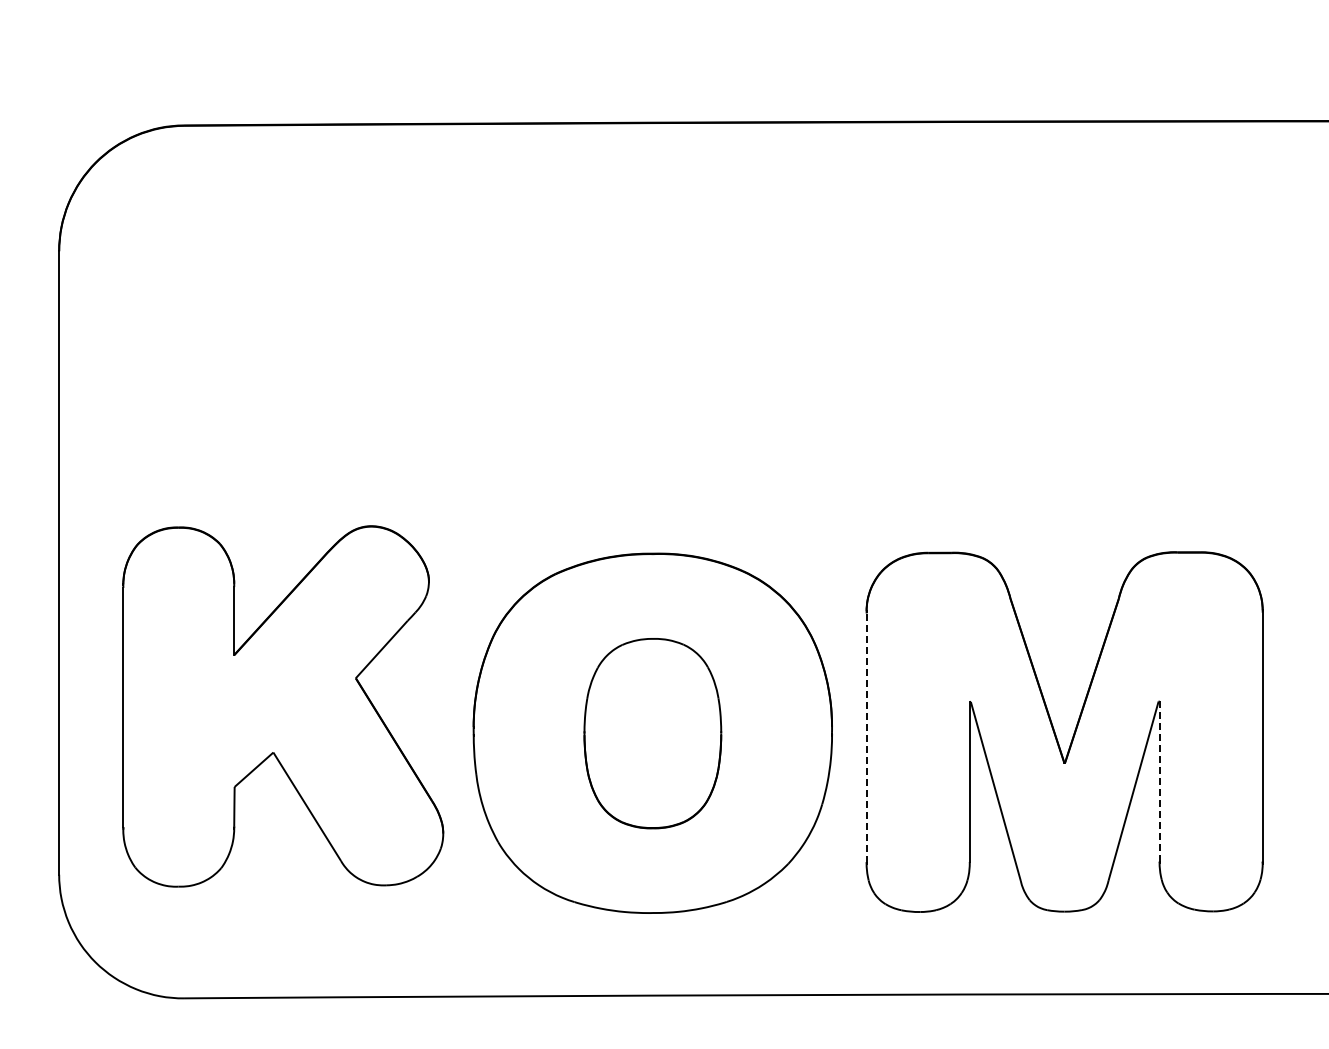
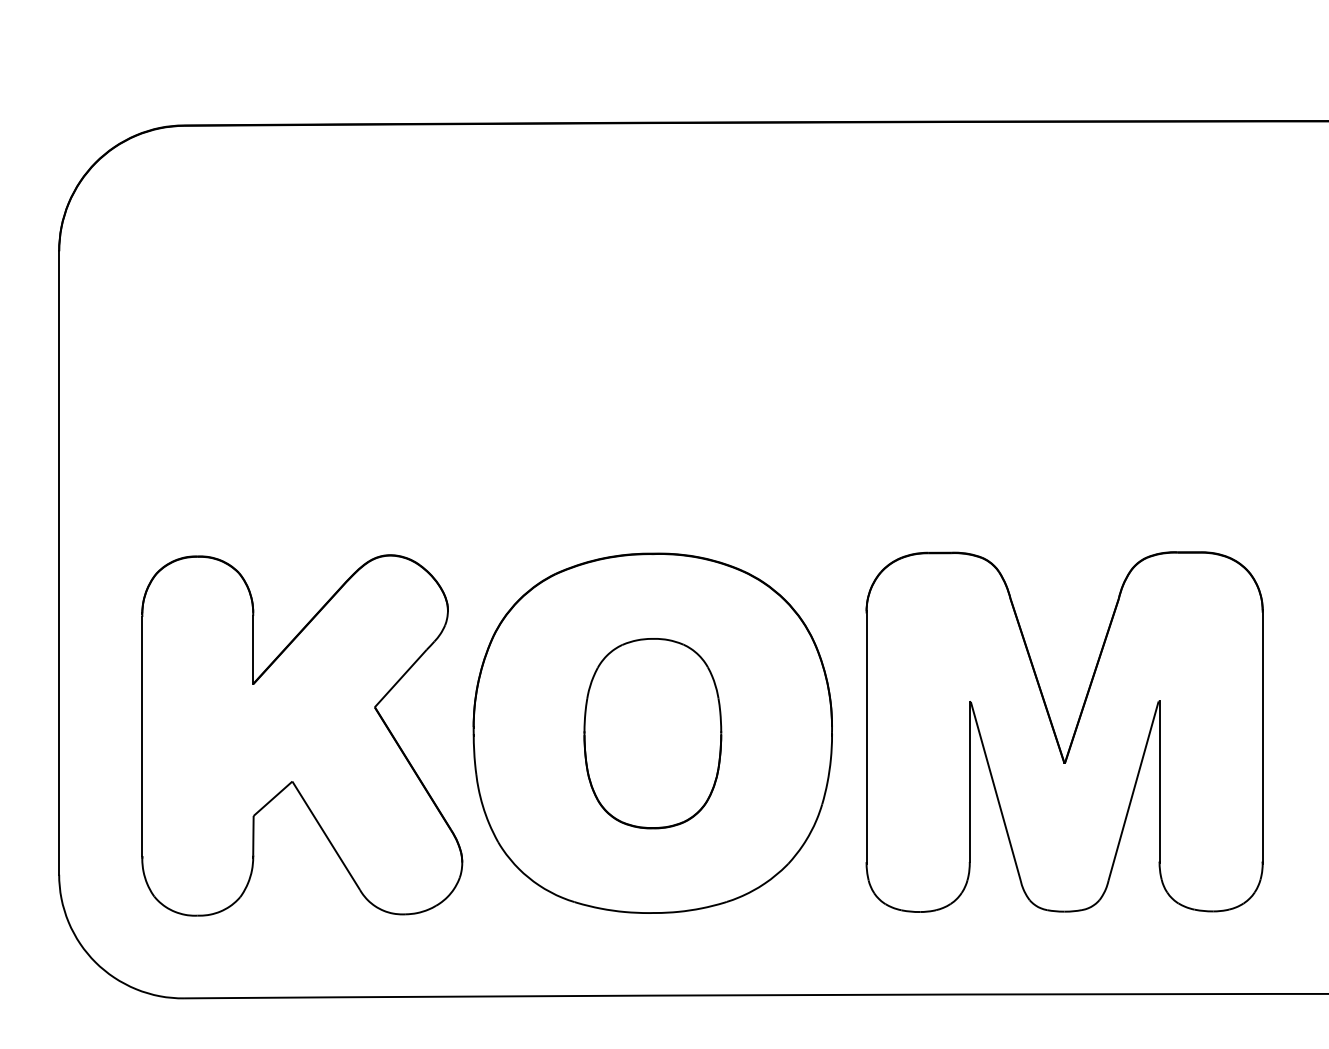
part at (283, 706) position: (283, 706) -> (302, 735)
line at (866, 738): dashed -> solid
line at (1159, 781): dashed -> solid
